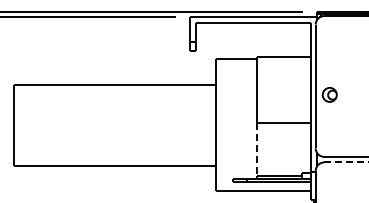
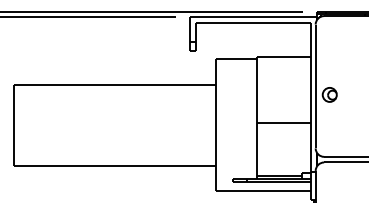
line at (256, 149): dashed -> solid
line at (346, 162): dashed -> solid
